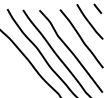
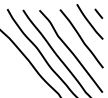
curve at (97, 8) position: (97, 8) -> (98, 13)
